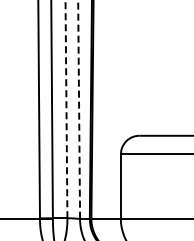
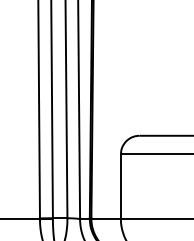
line at (66, 109): dashed -> solid
line at (79, 110): dashed -> solid
